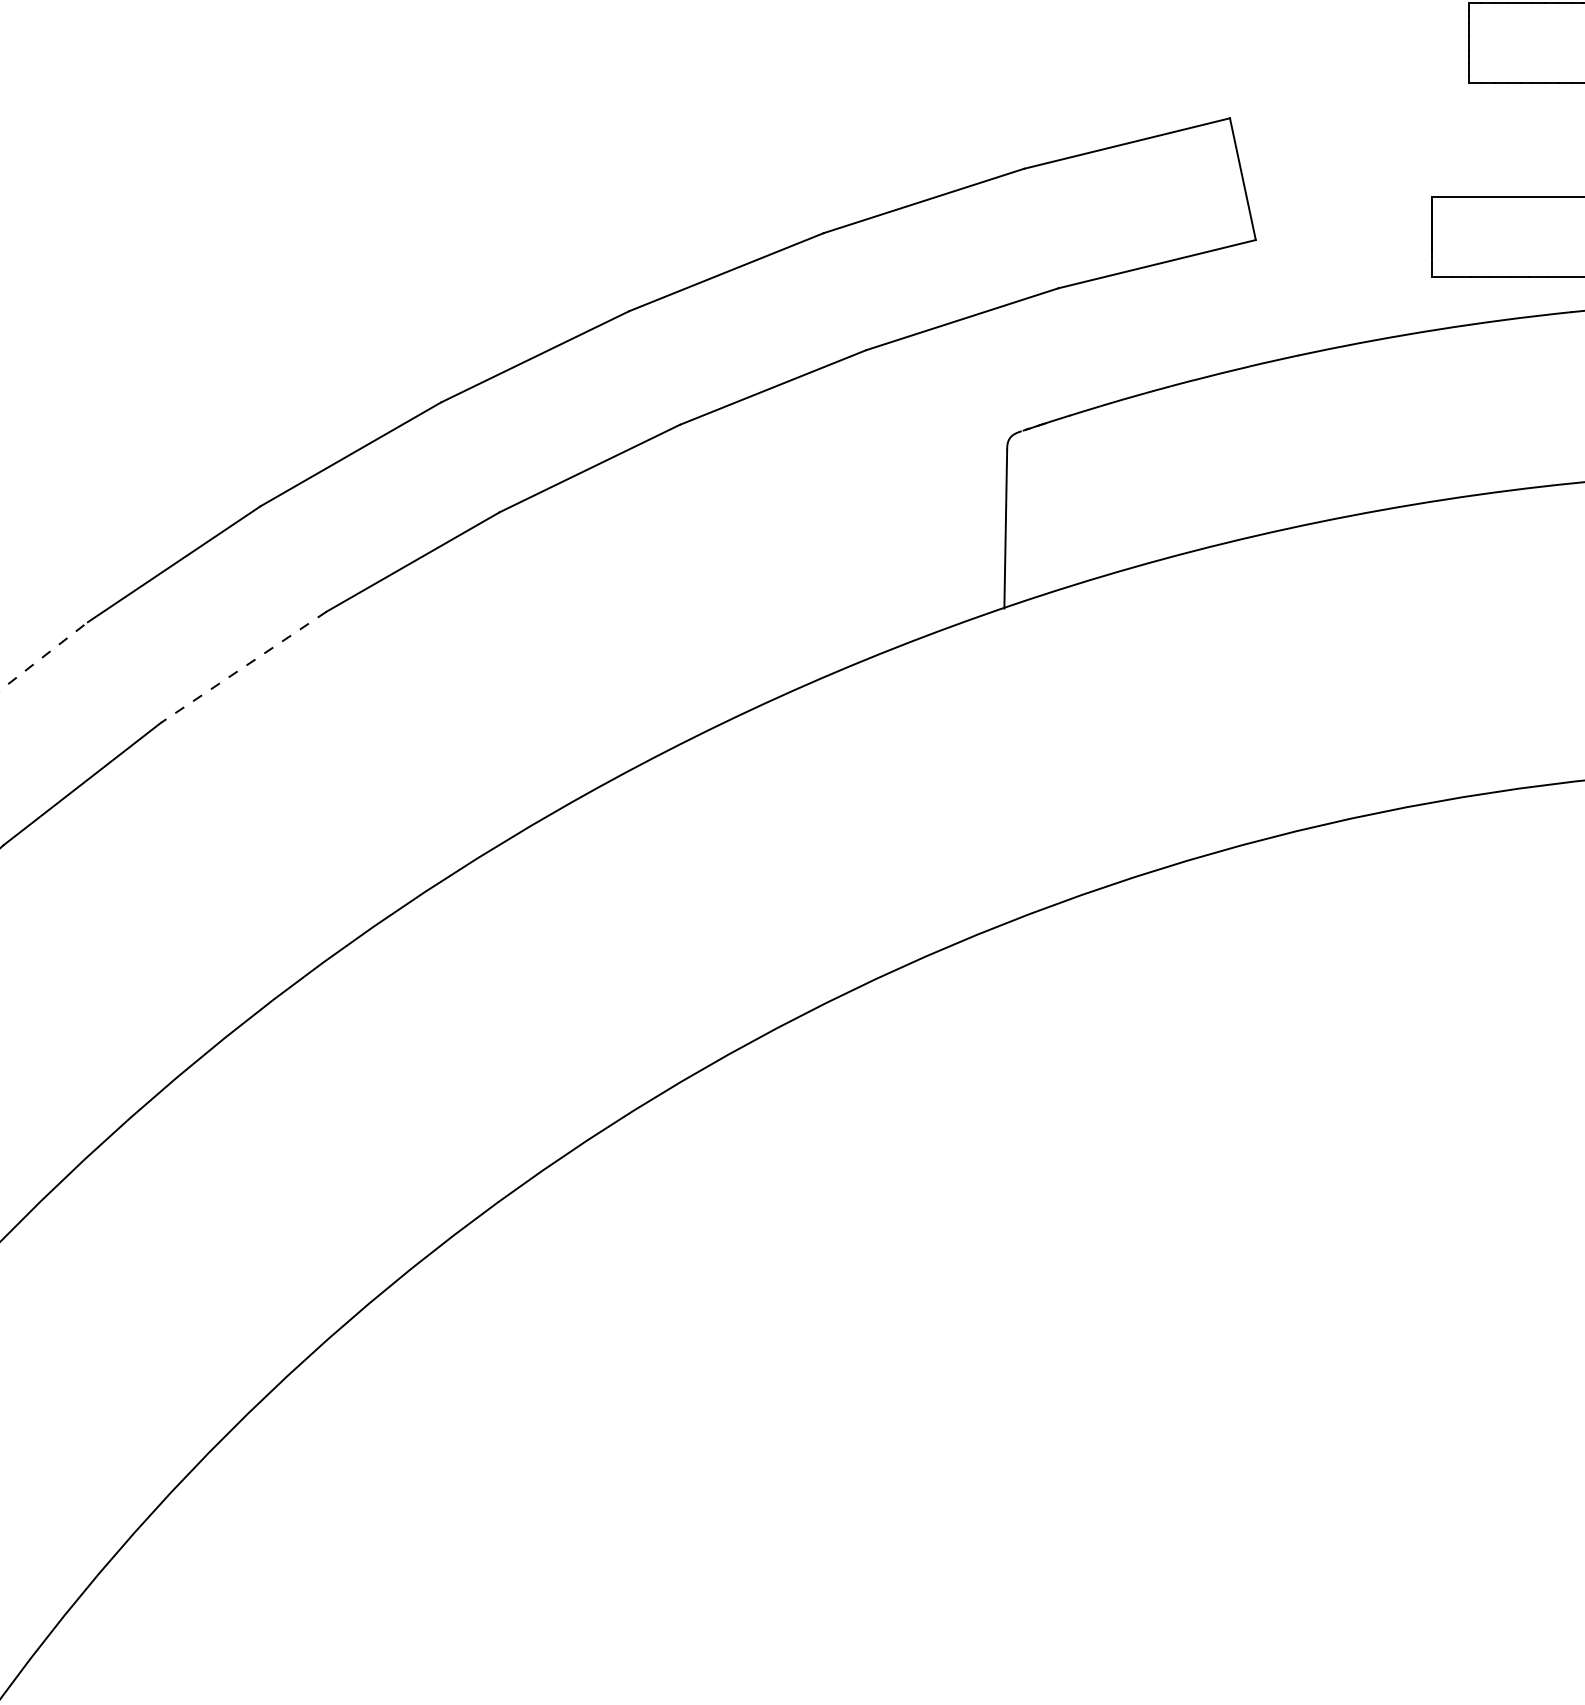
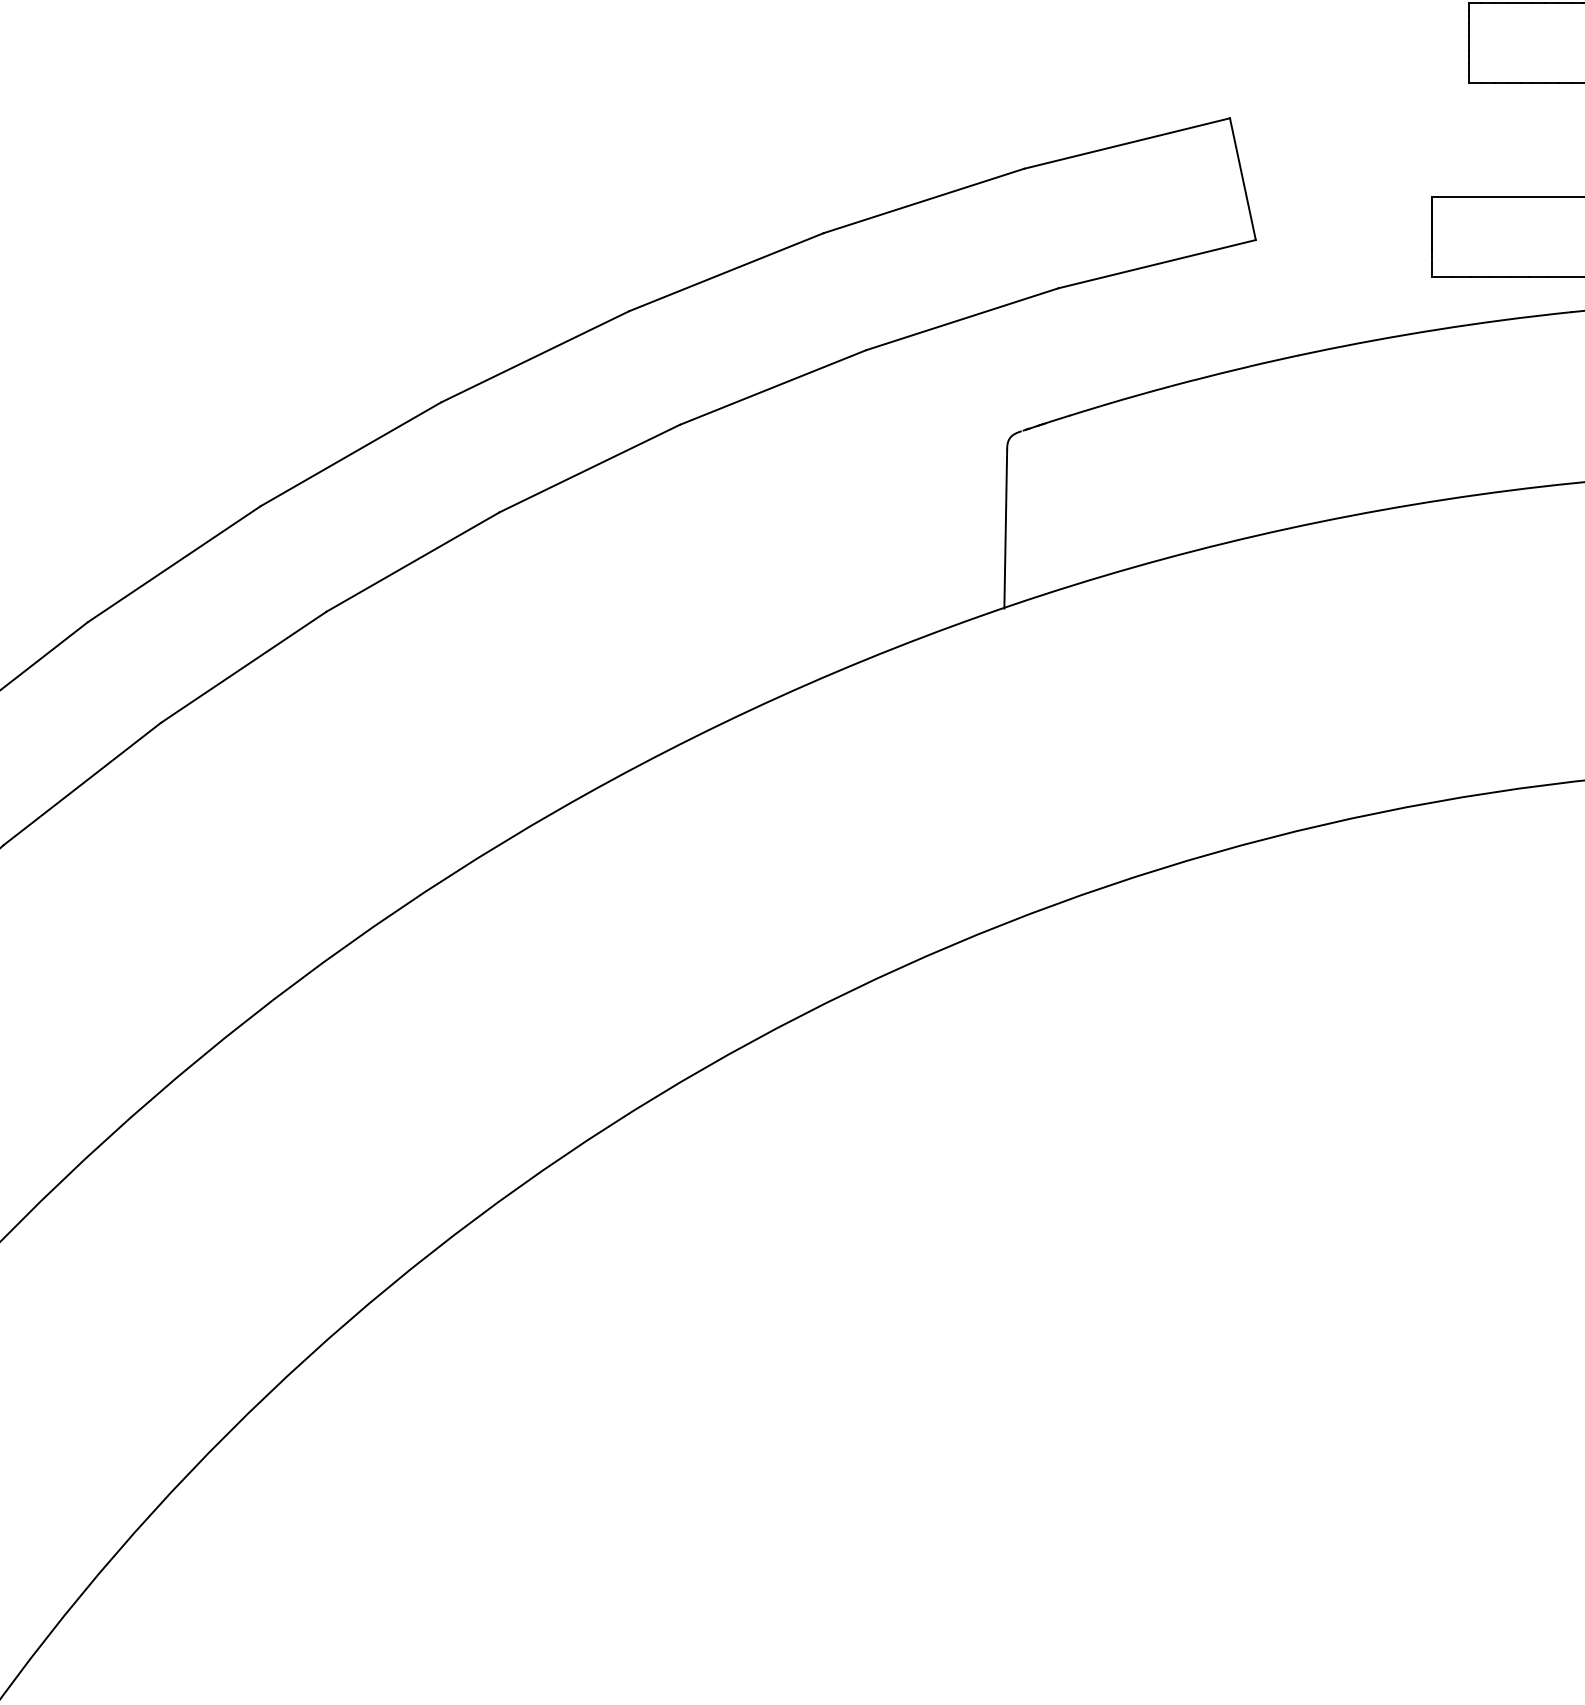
line at (44, 655): dashed -> solid
line at (243, 667): dashed -> solid
